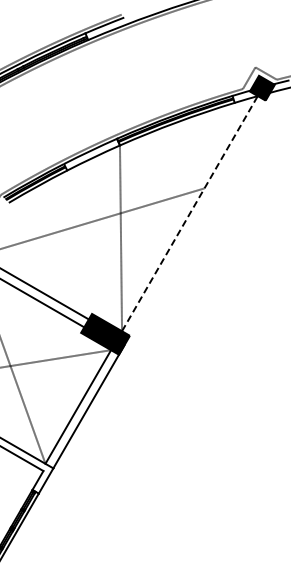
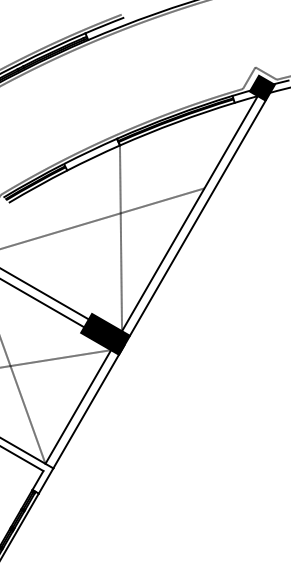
line at (189, 213): dashed -> solid
line at (197, 217): none -> present
